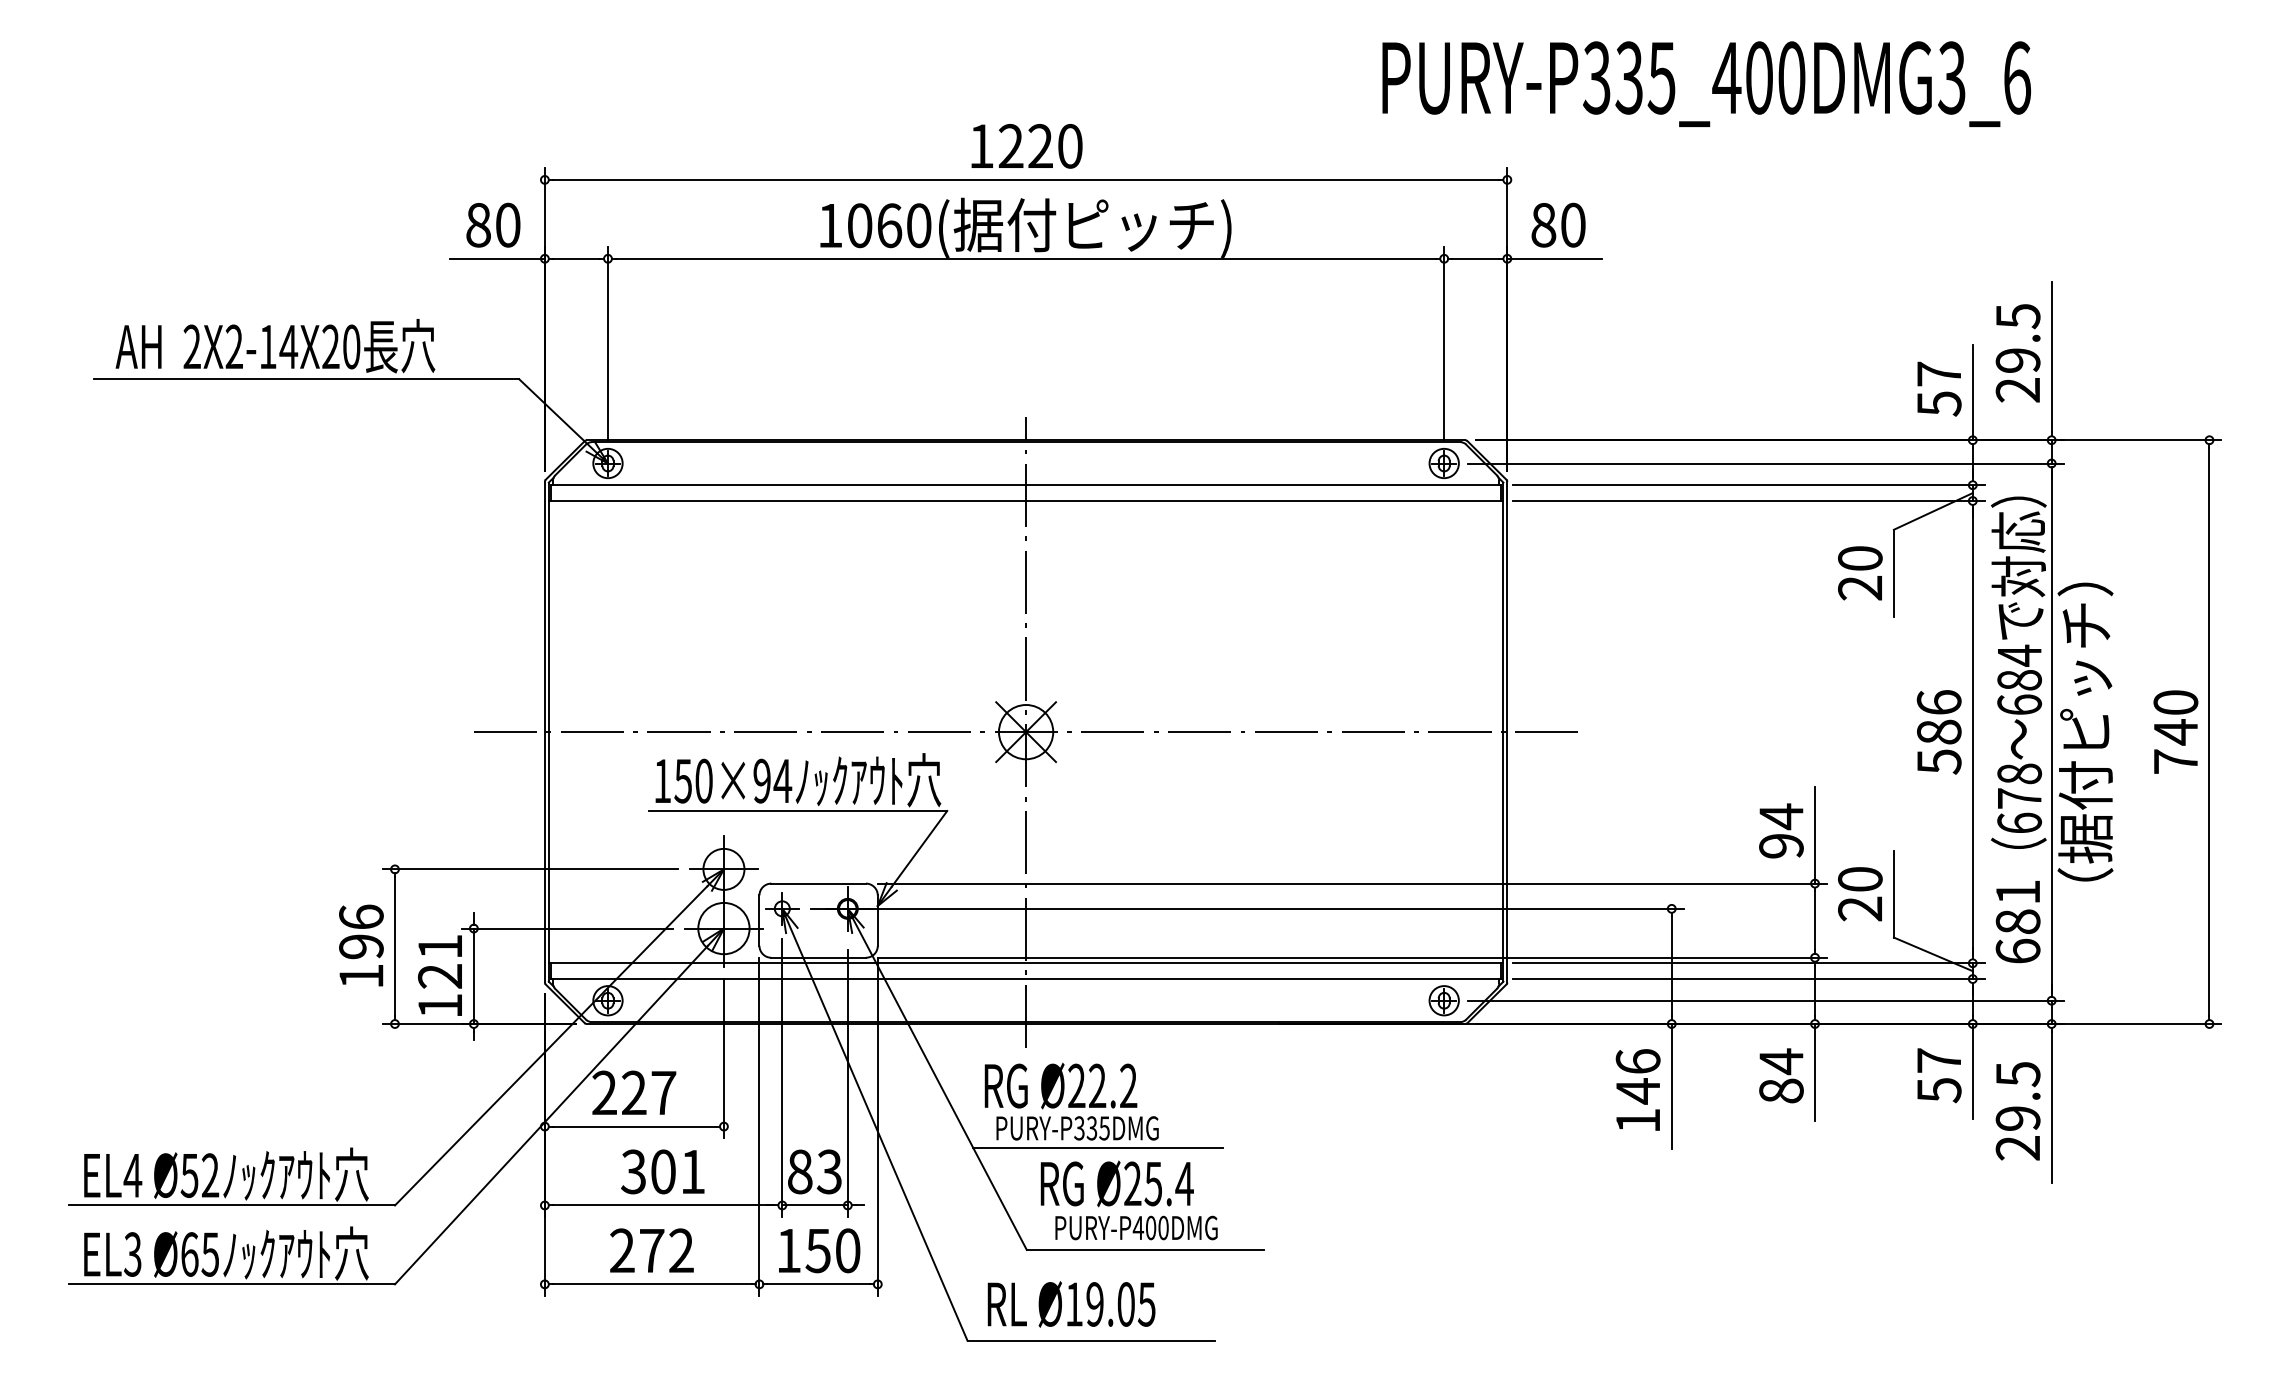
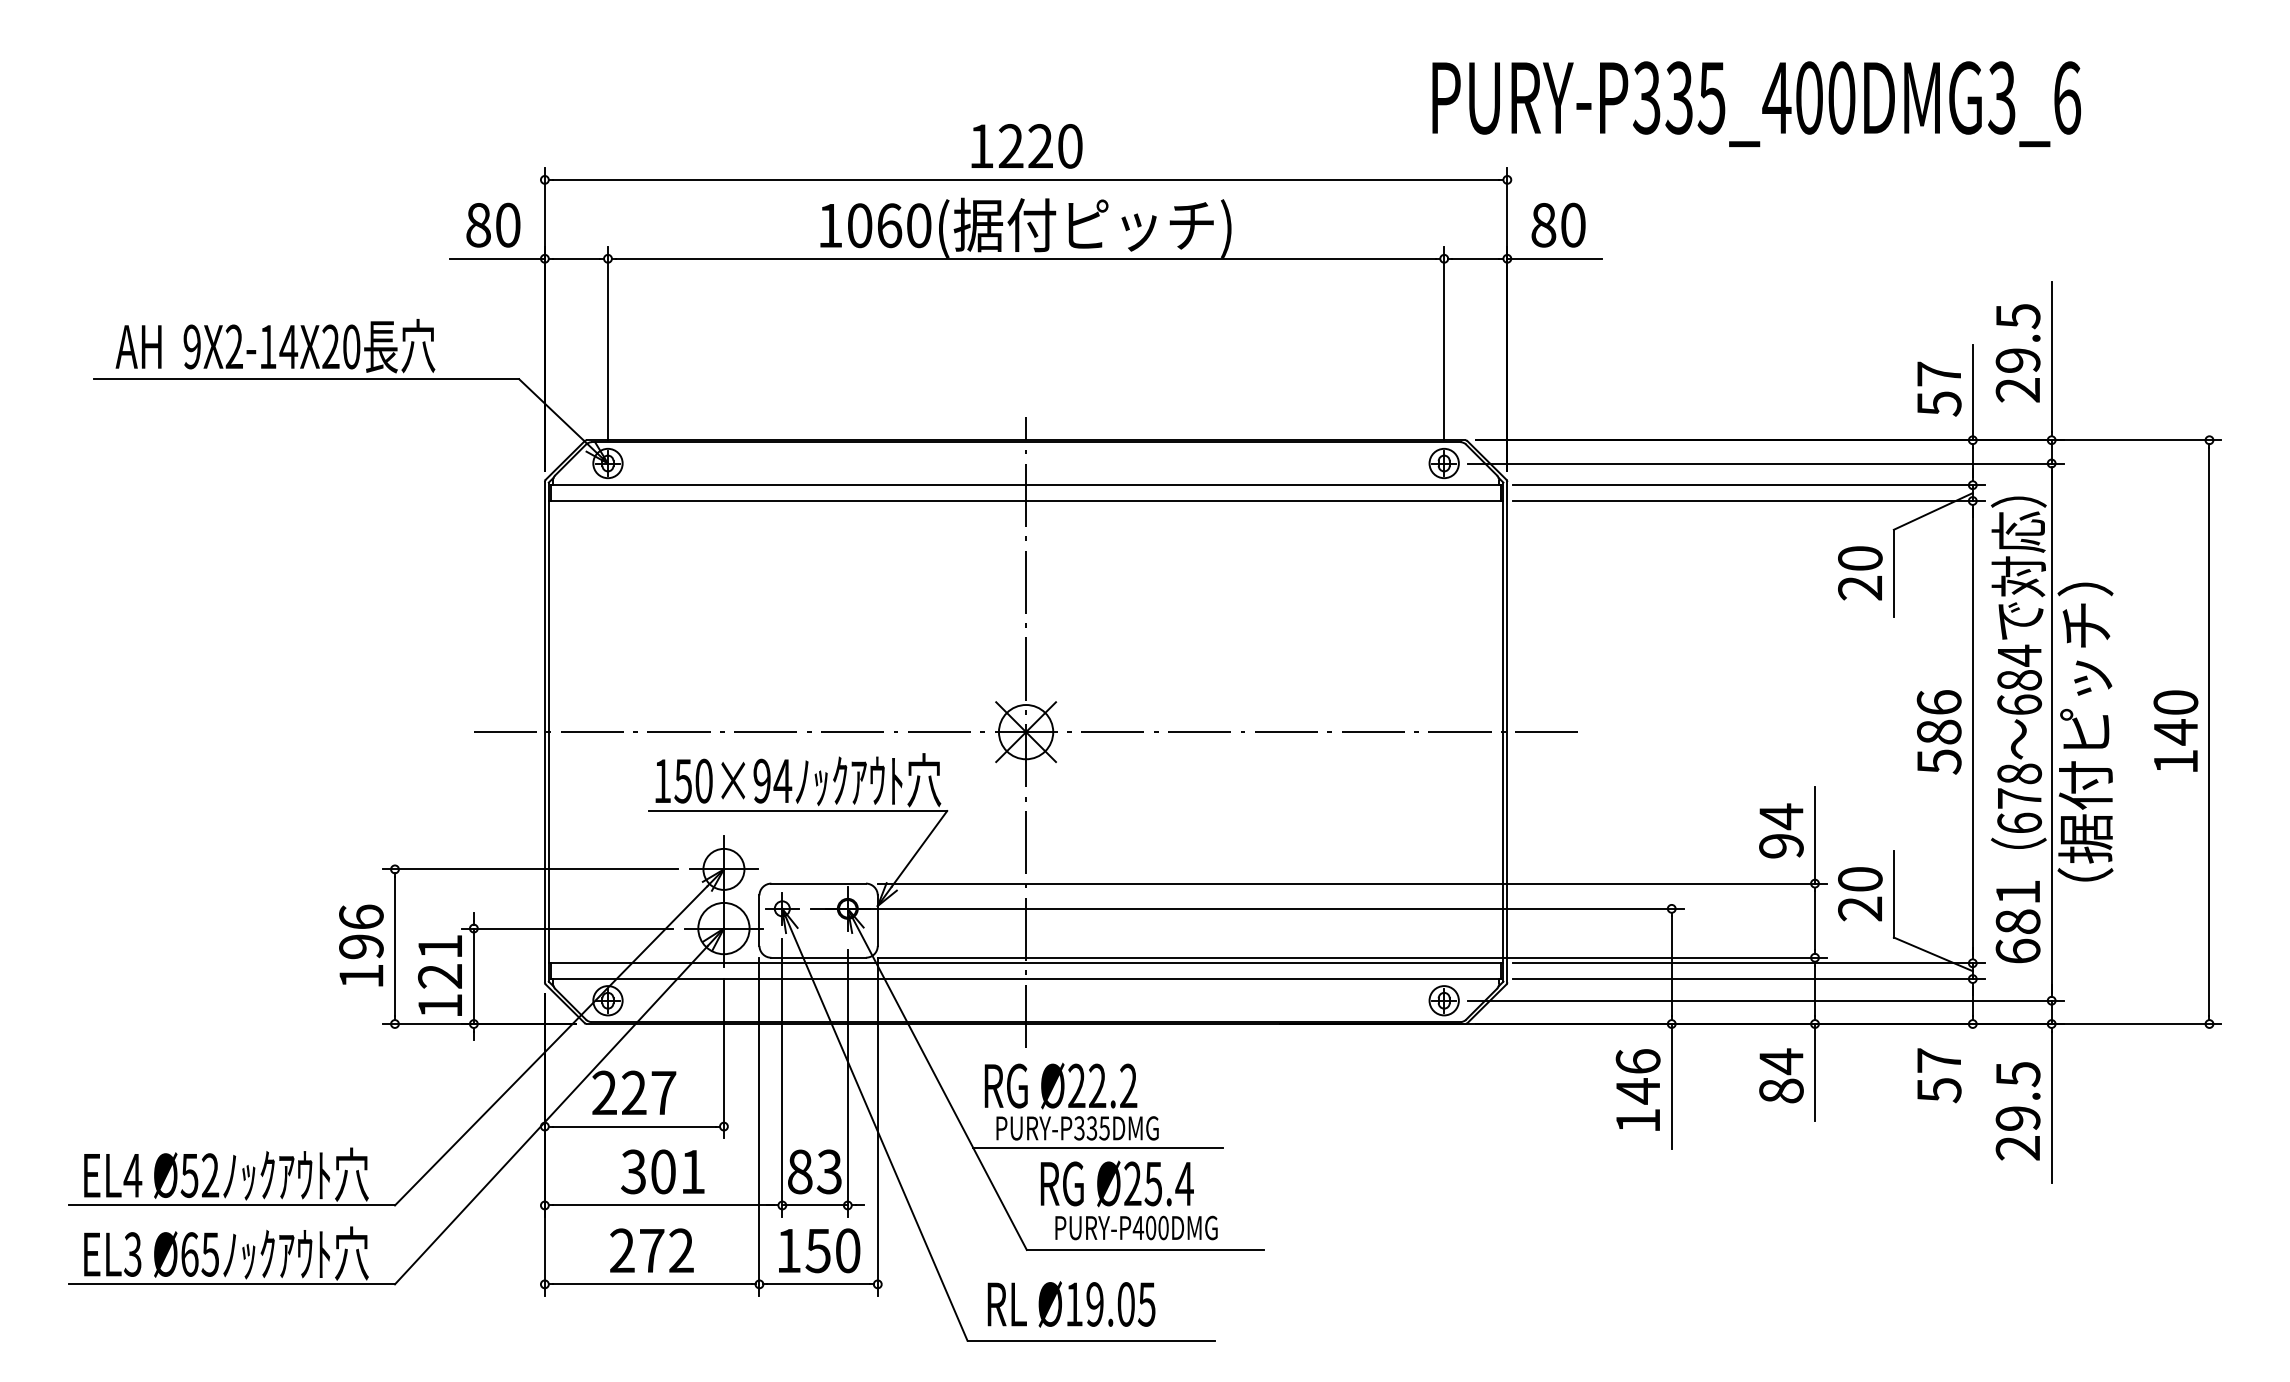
text at (1706, 83) position: (1706, 83) -> (1756, 103)
text at (191, 347): 2X2-14X20 -> 9X2-14X20
text at (2175, 761): 740 -> 140
line at (1972, 1071): present -> none
